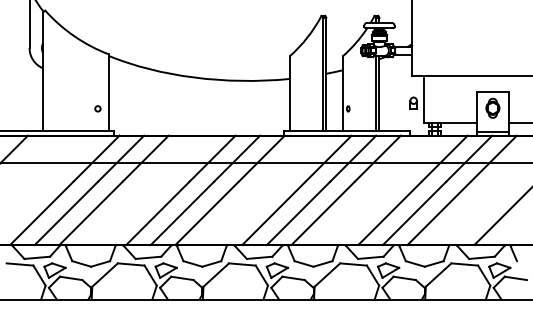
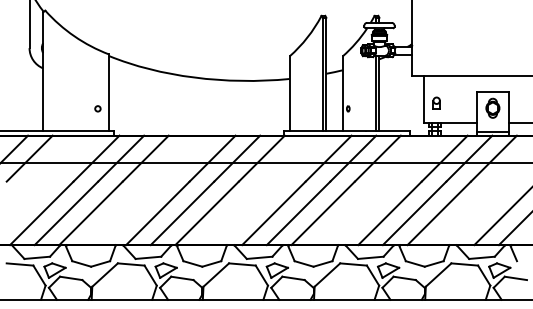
part at (413, 102) position: (413, 102) -> (436, 102)
line at (29, 158): none -> present
line at (513, 229): none -> present
